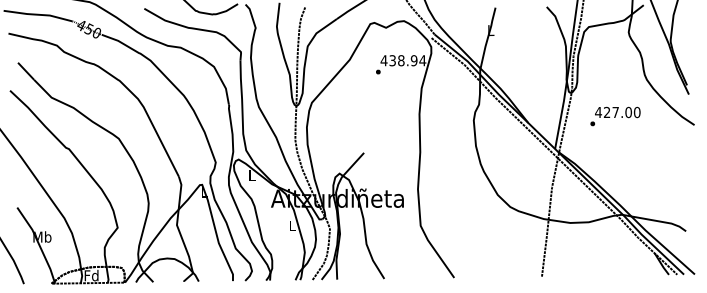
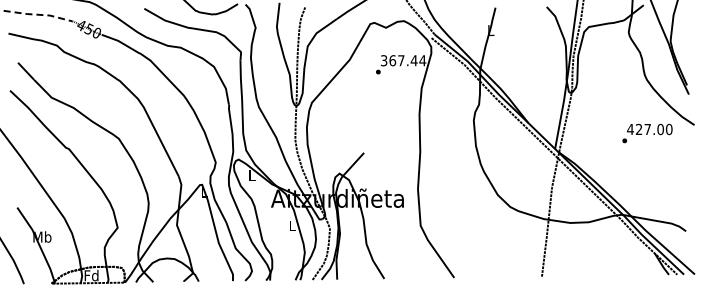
line at (39, 14): solid -> dashed
text at (398, 60): 438.94 -> 367.44
text at (615, 116) position: (615, 116) -> (647, 133)
